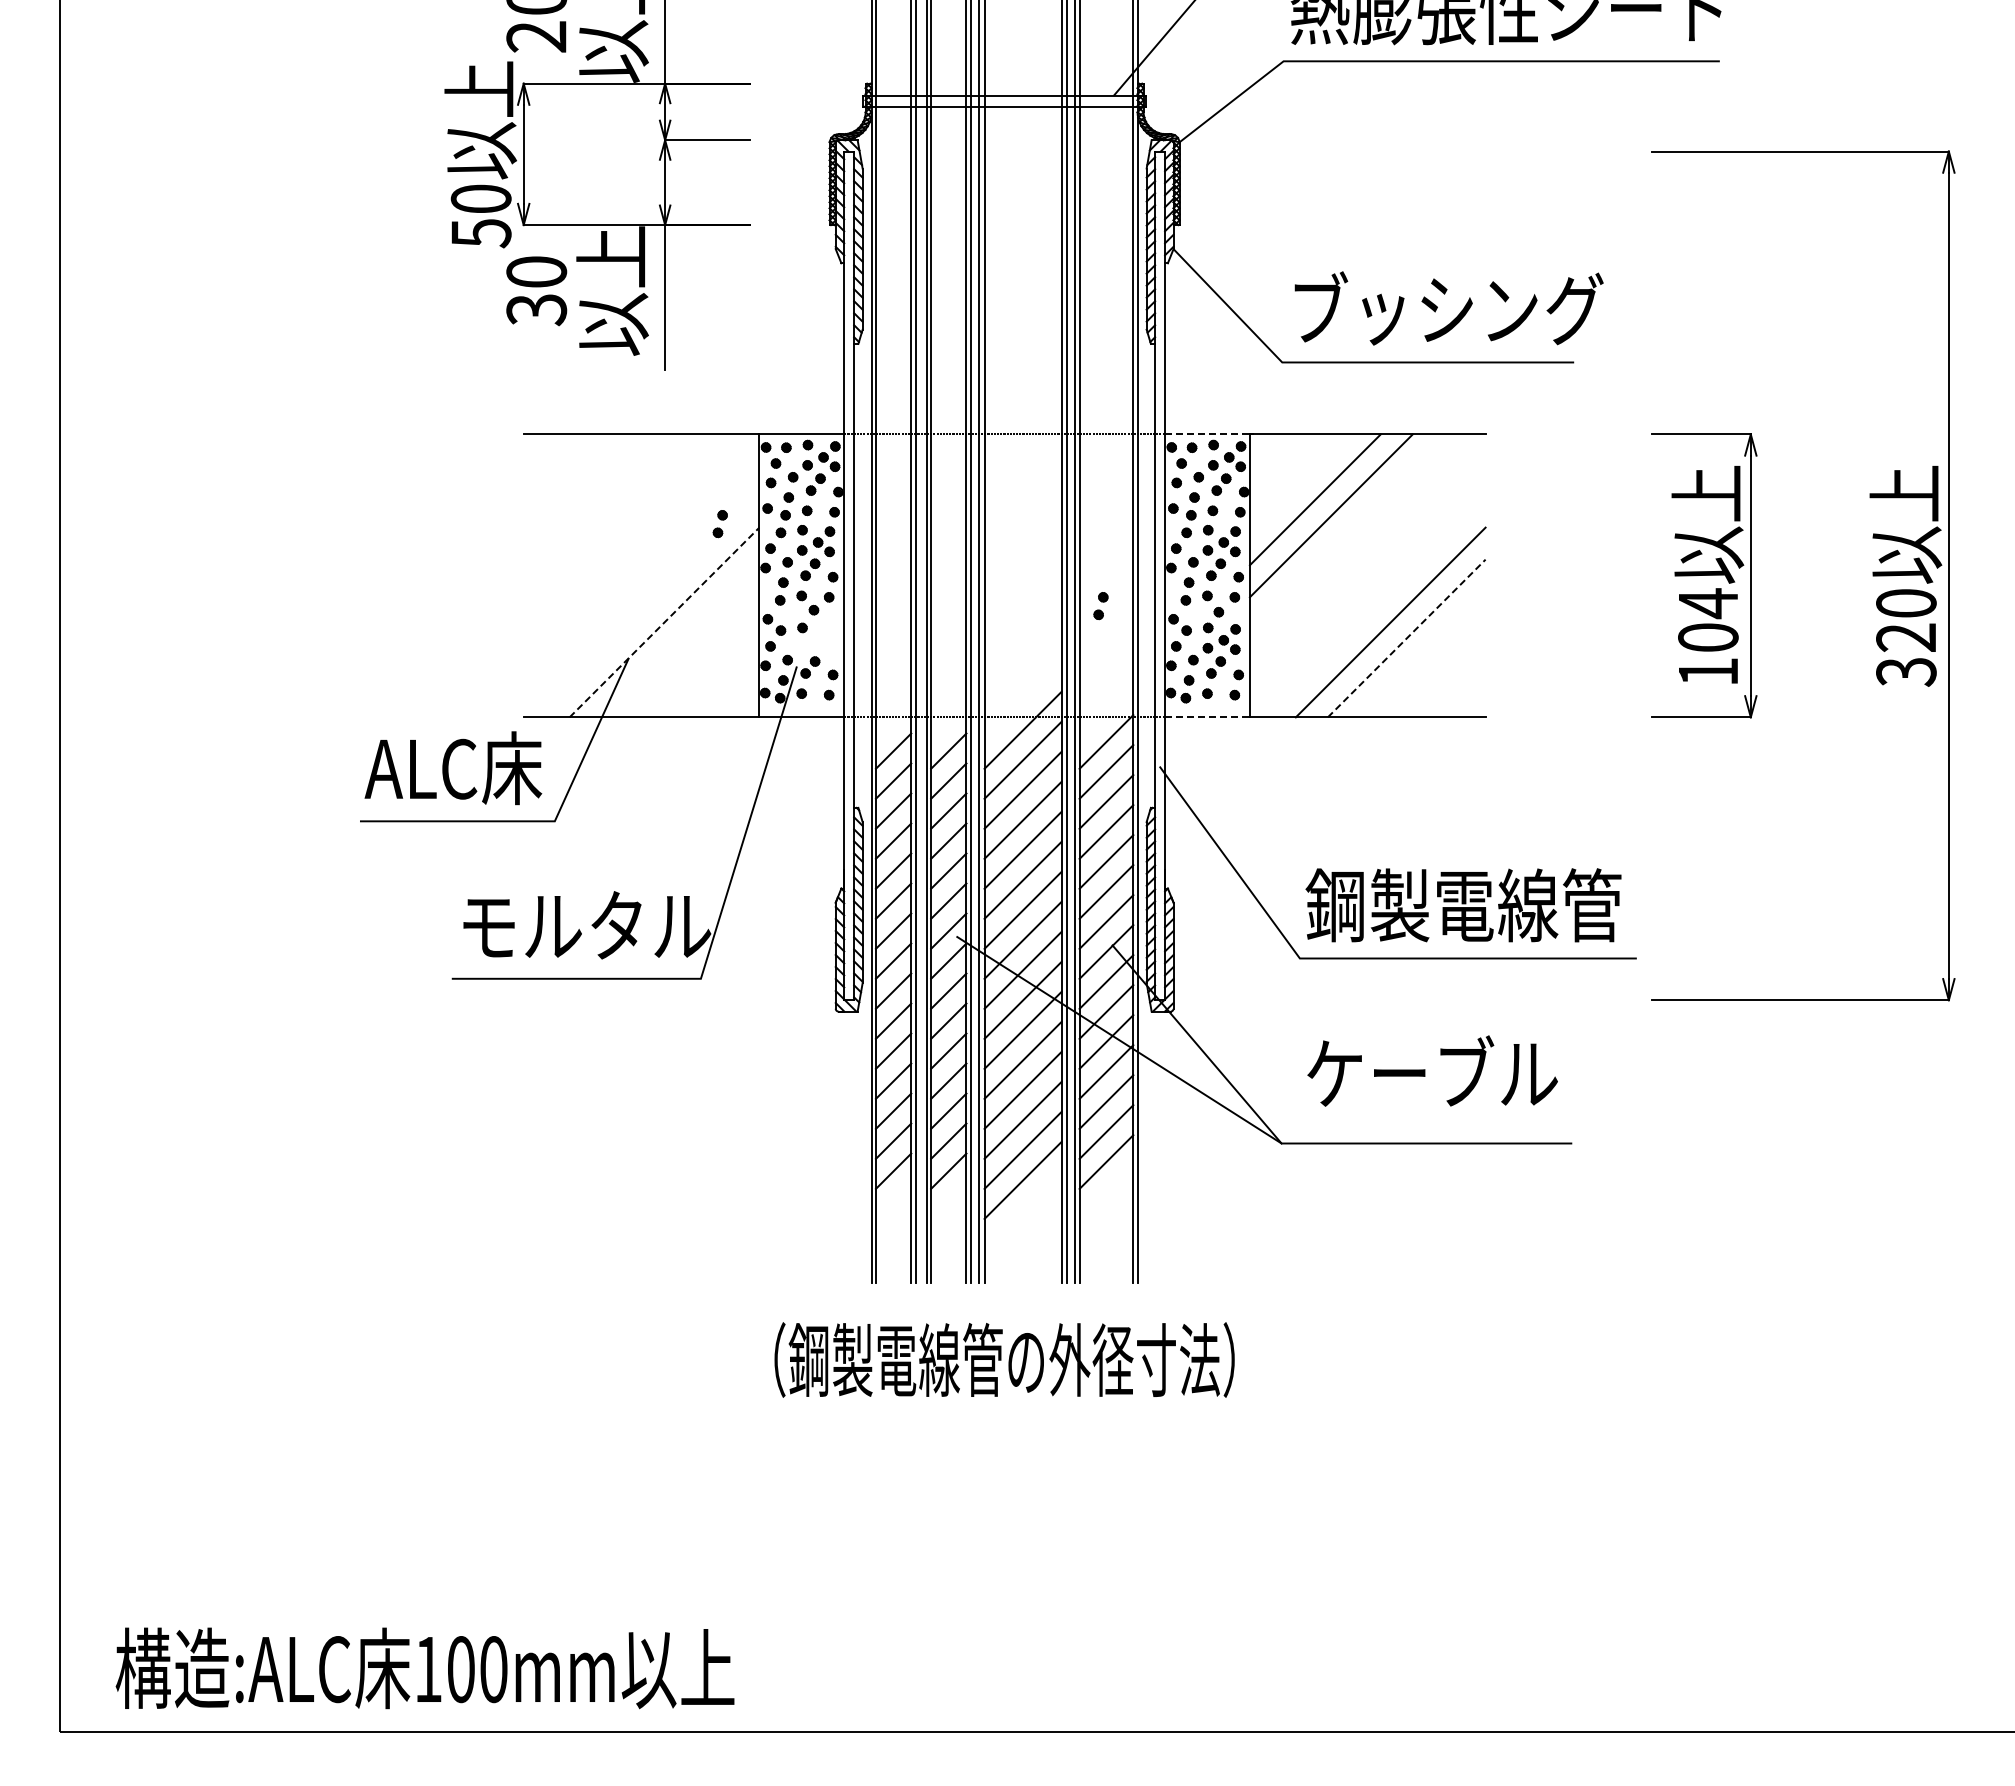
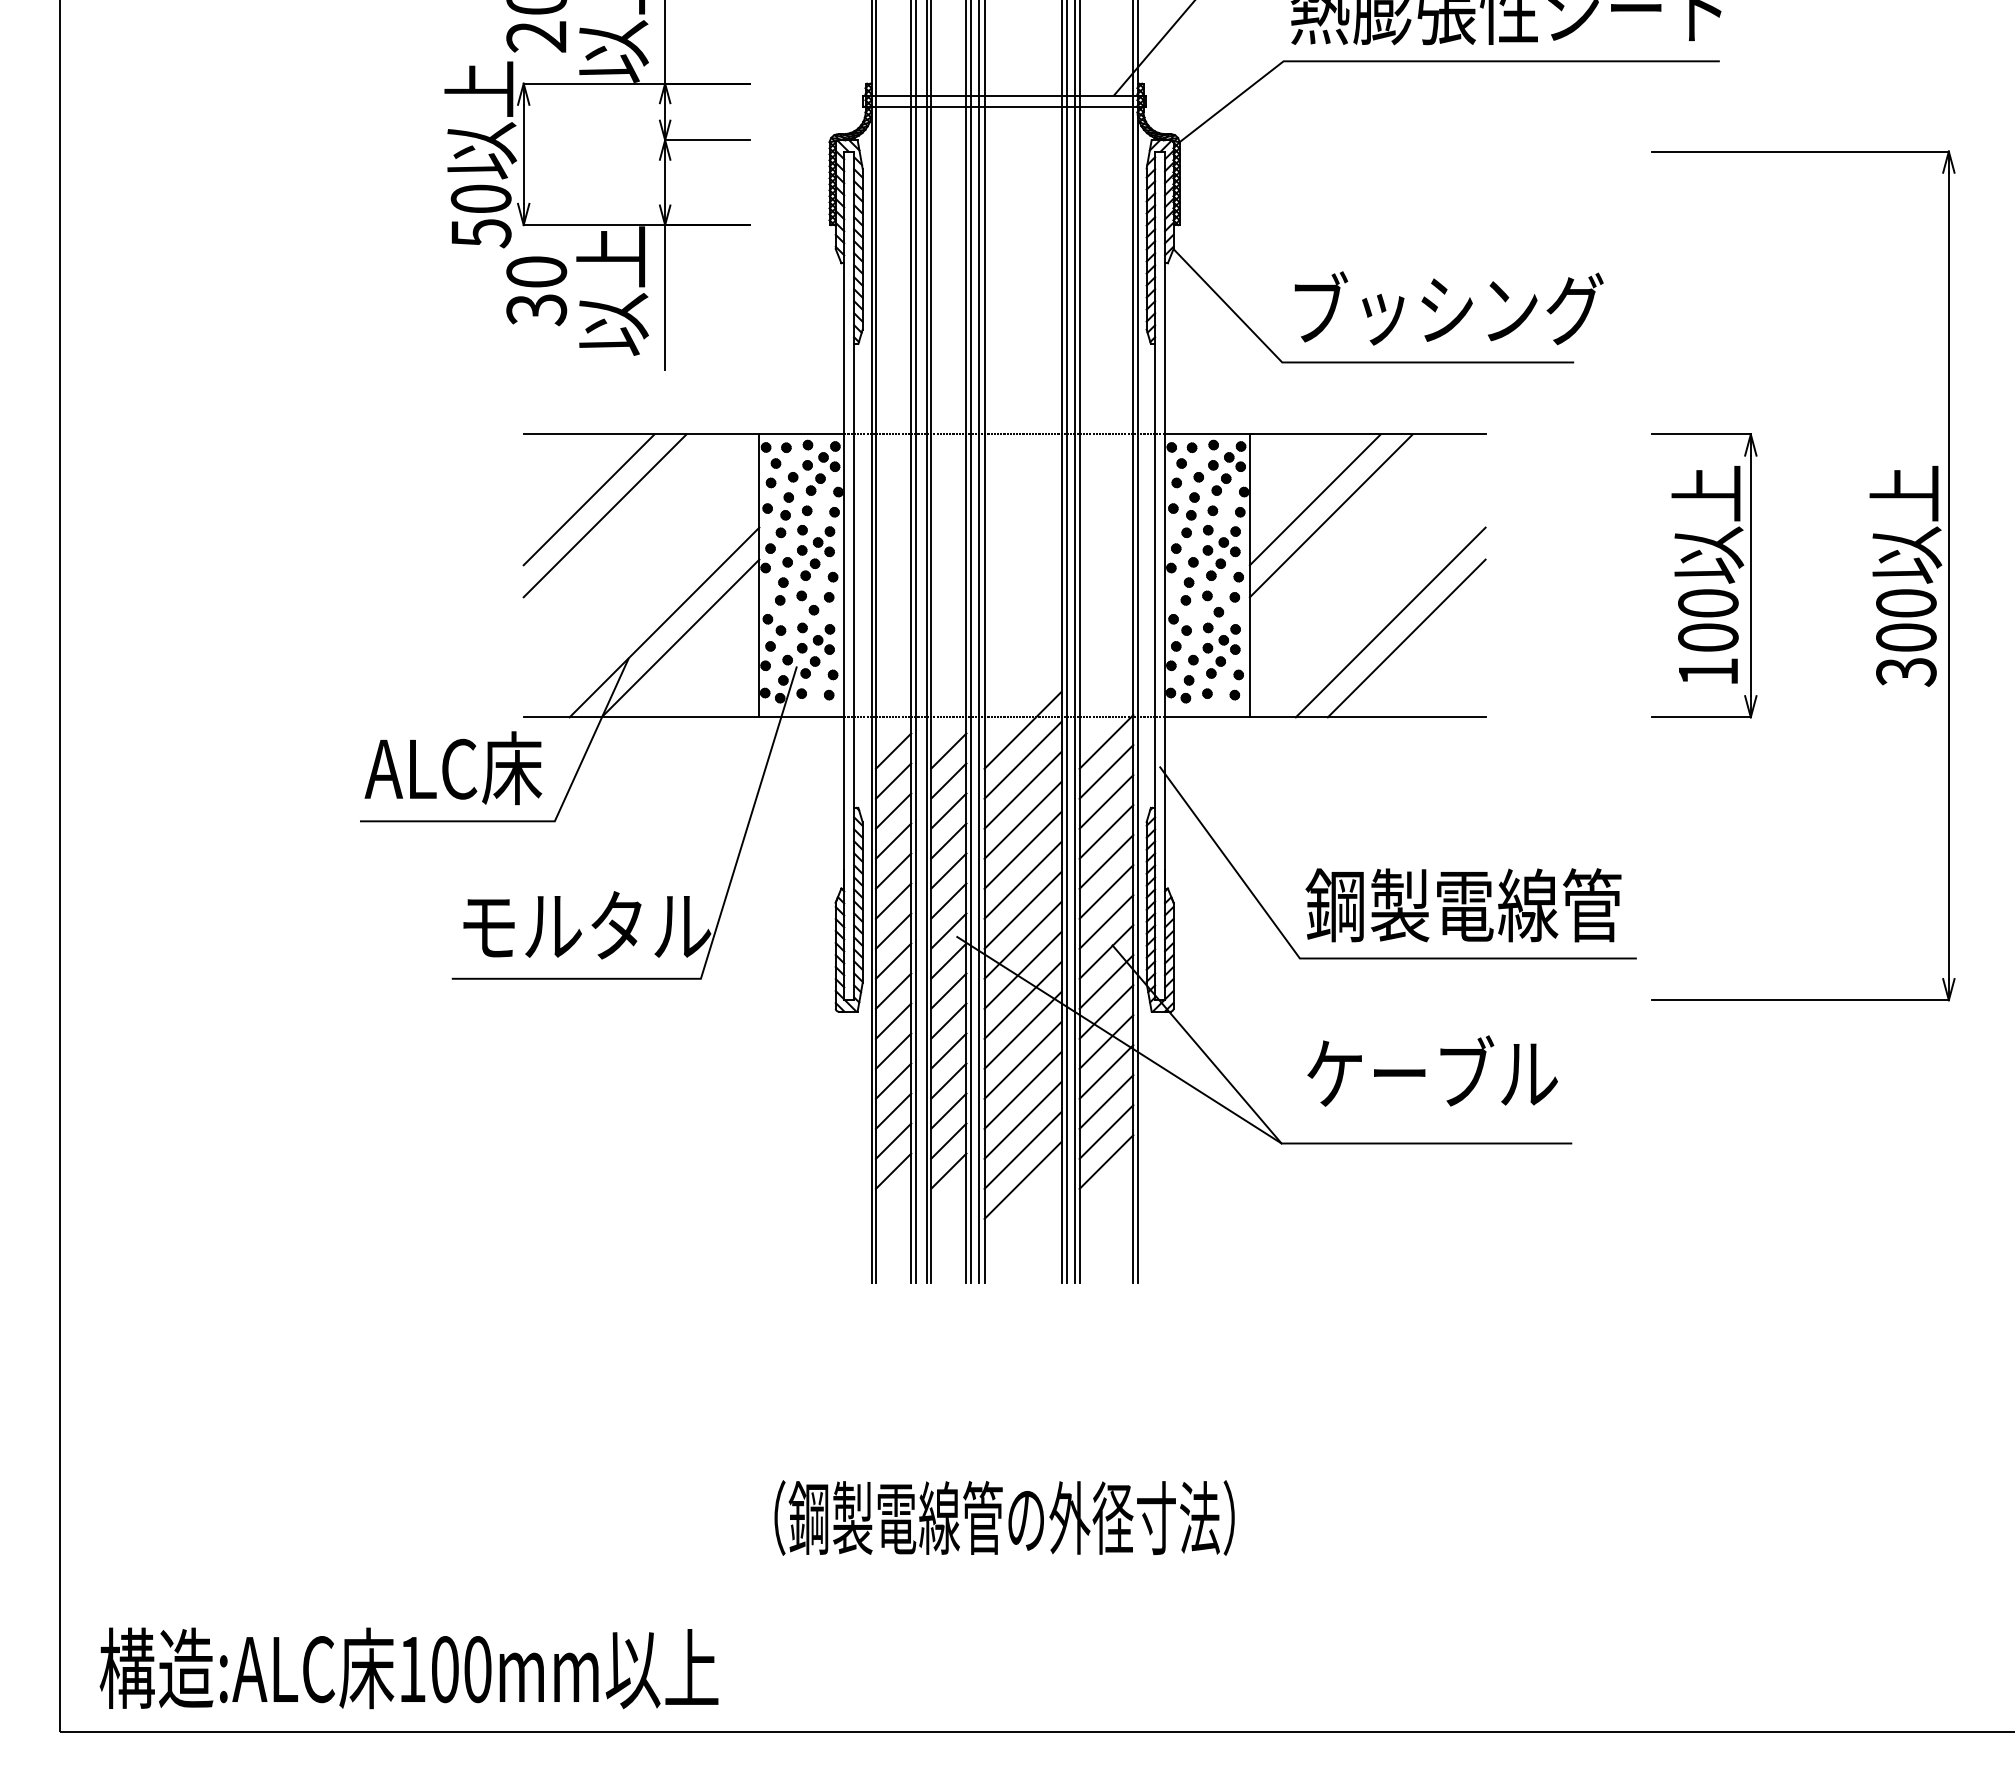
line at (1208, 434): dashed -> solid
line at (588, 499): none -> present
line at (604, 515): none -> present
part at (719, 524): present -> none
text at (1708, 603): 104 -> 100
part at (1100, 606): present -> none
line at (664, 622): dashed -> solid
text at (1906, 637): 320 -> 300
line at (680, 638): none -> present
line at (1406, 638): dashed -> solid
part at (816, 639): none -> present
line at (1208, 717): dashed -> solid
text at (1004, 1359) position: (1004, 1359) -> (1004, 1517)
text at (424, 1668) position: (424, 1668) -> (408, 1668)
